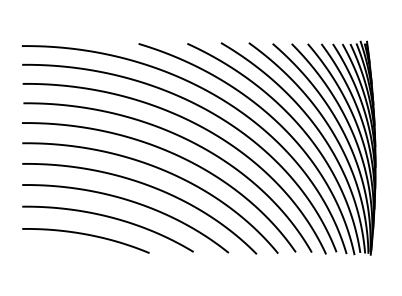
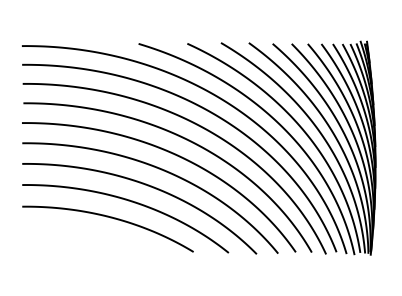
curve at (85, 235): present -> none
